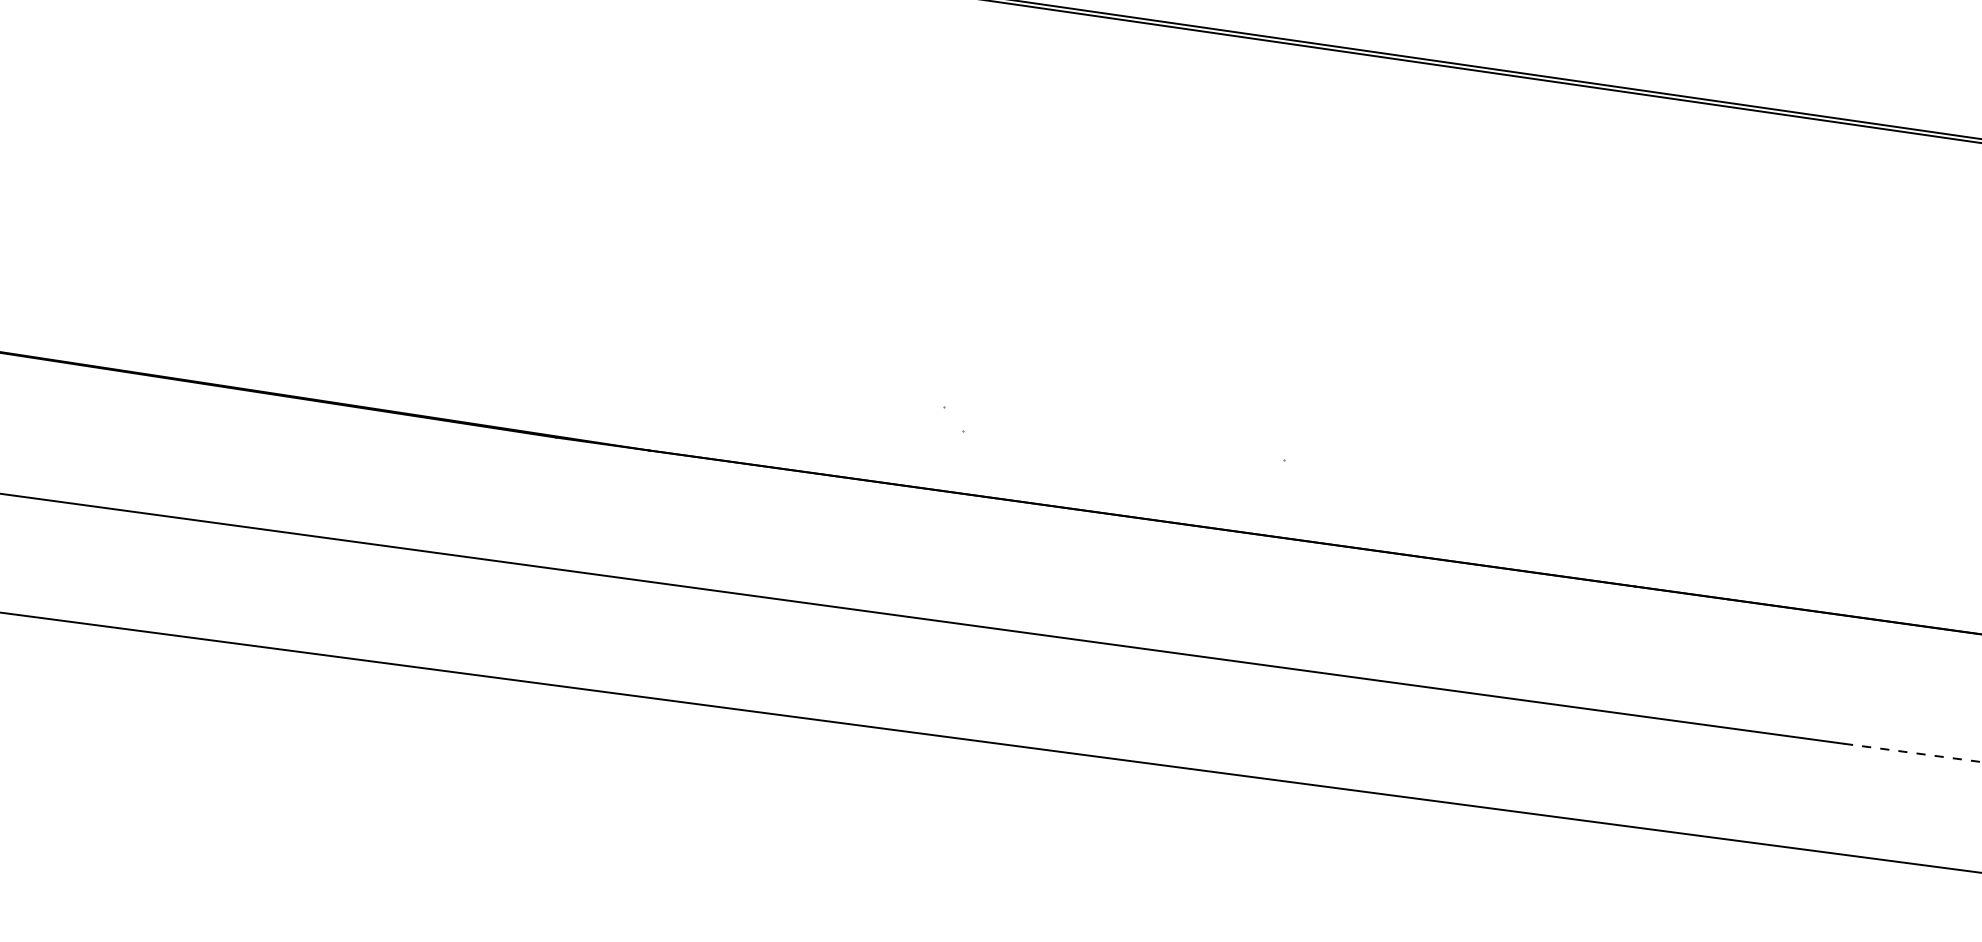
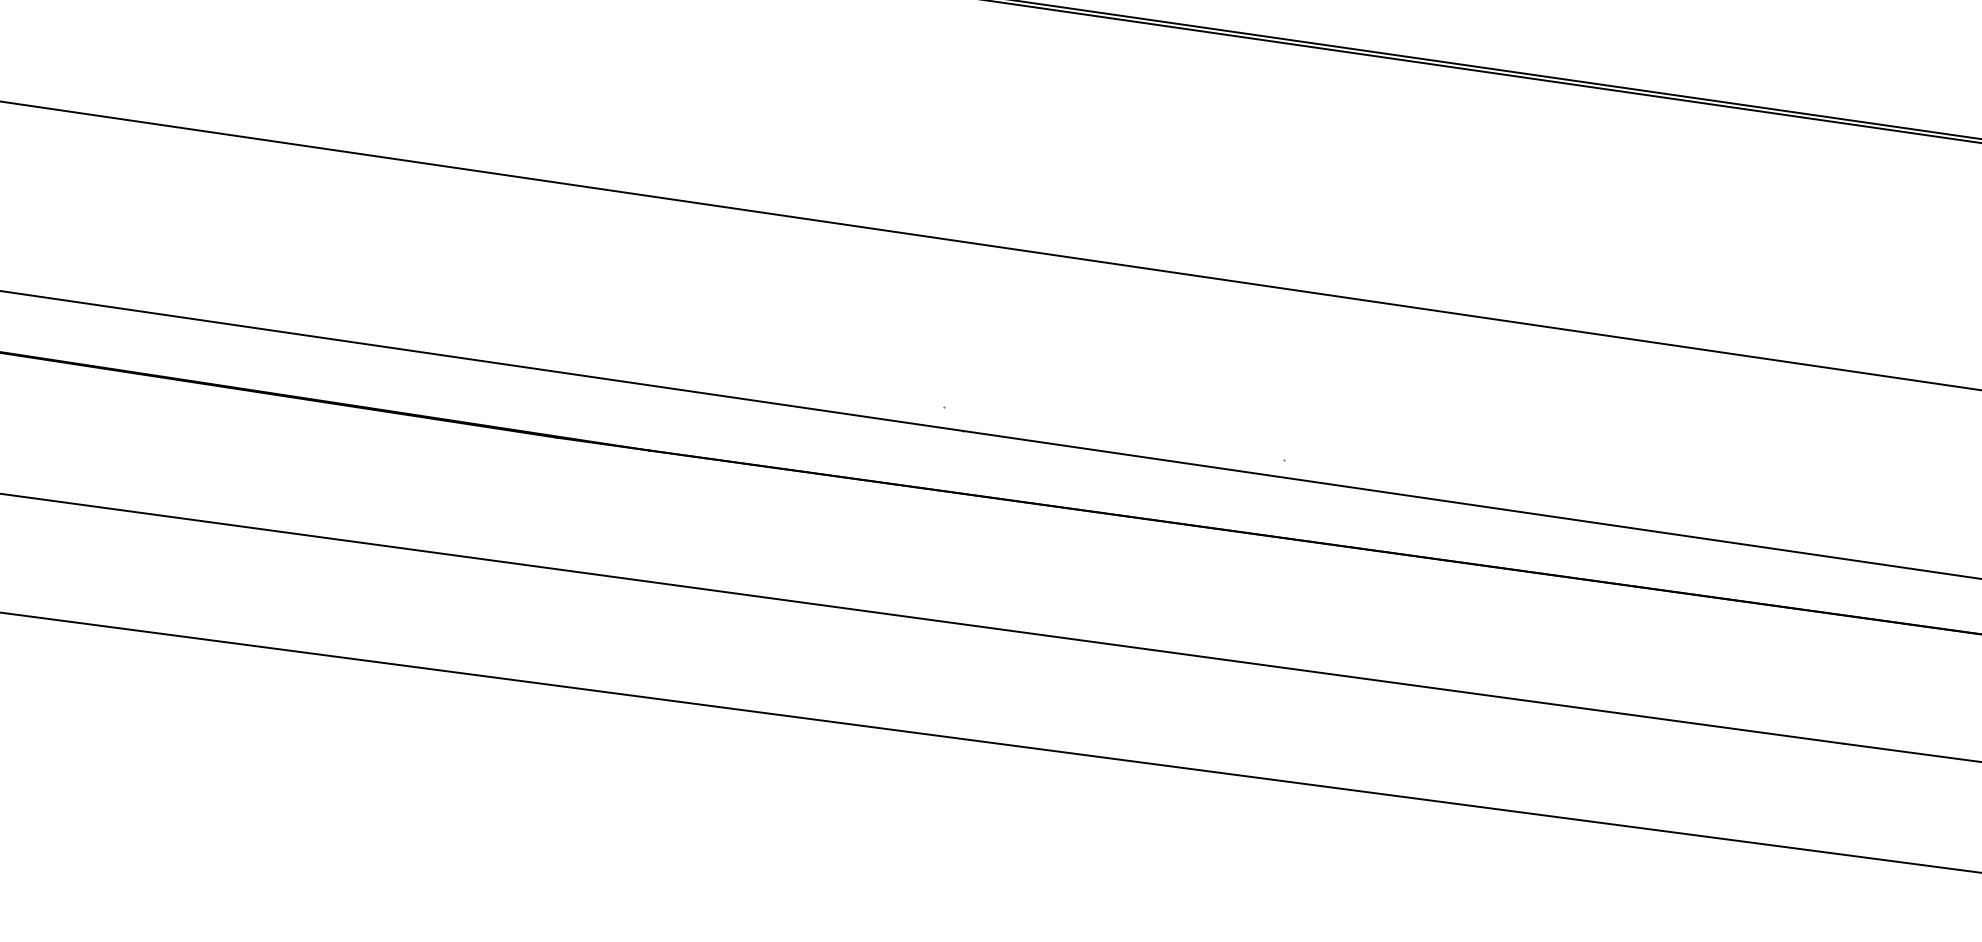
line at (990, 245): none -> present
line at (990, 434): none -> present
line at (1913, 753): dashed -> solid
